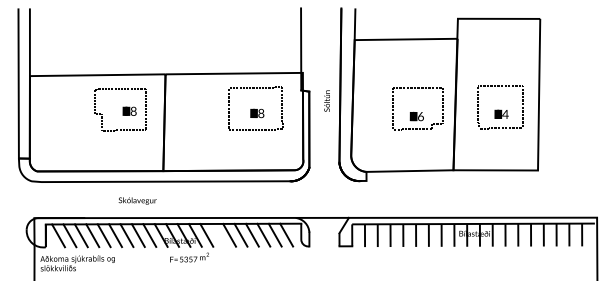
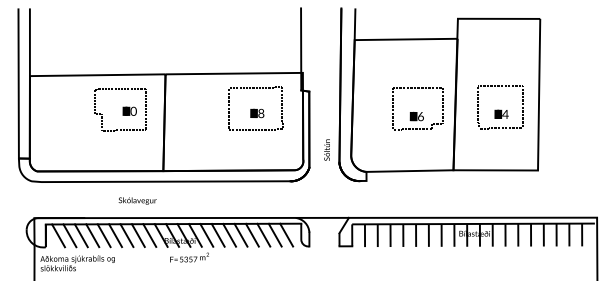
text at (326, 100) position: (326, 100) -> (326, 149)
text at (133, 112): 38 -> 30
line at (217, 235): none -> present
